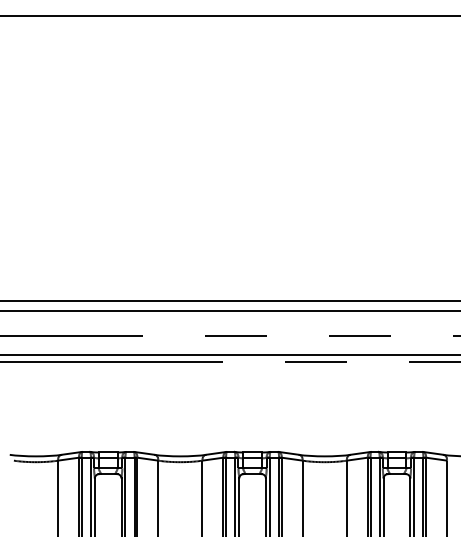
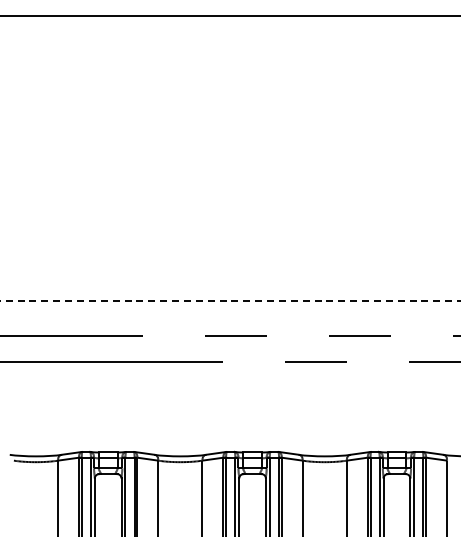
line at (230, 300): solid -> dashed
line at (229, 310): present -> none
line at (229, 355): present -> none
